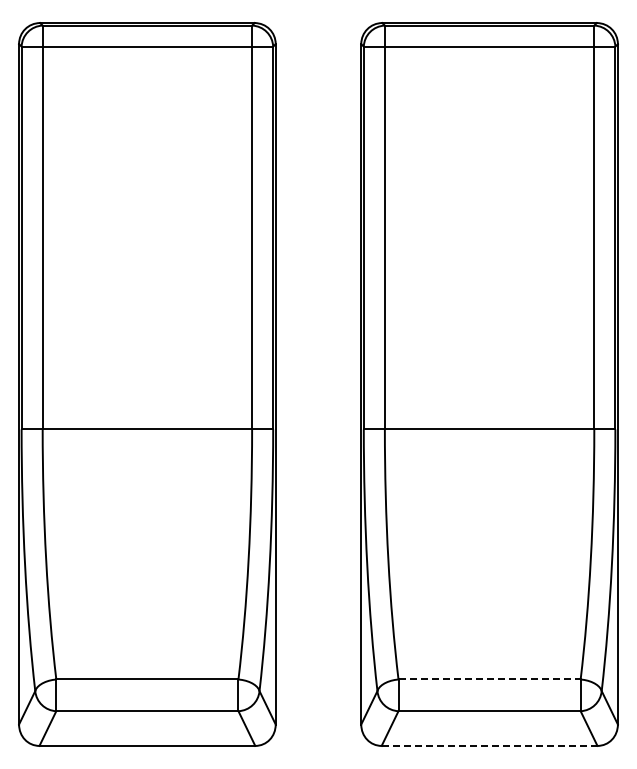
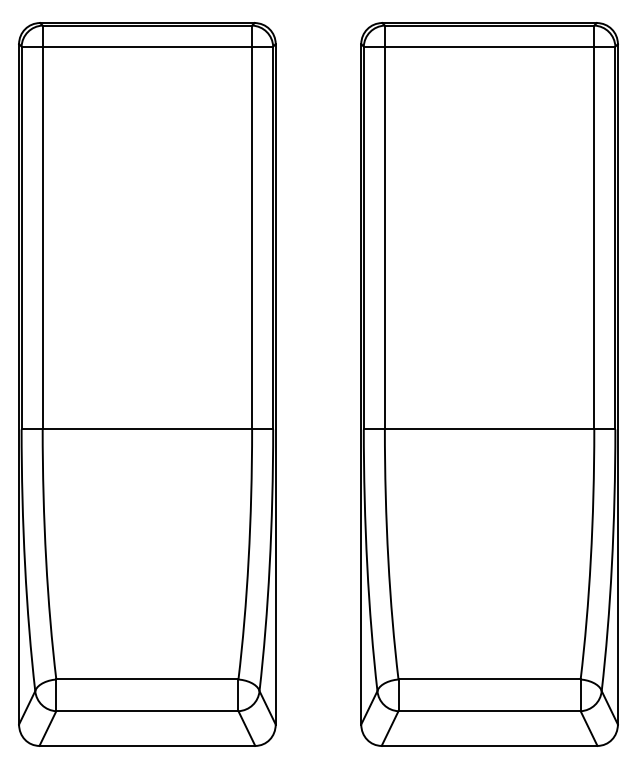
line at (490, 679): dashed -> solid
line at (489, 745): dashed -> solid
